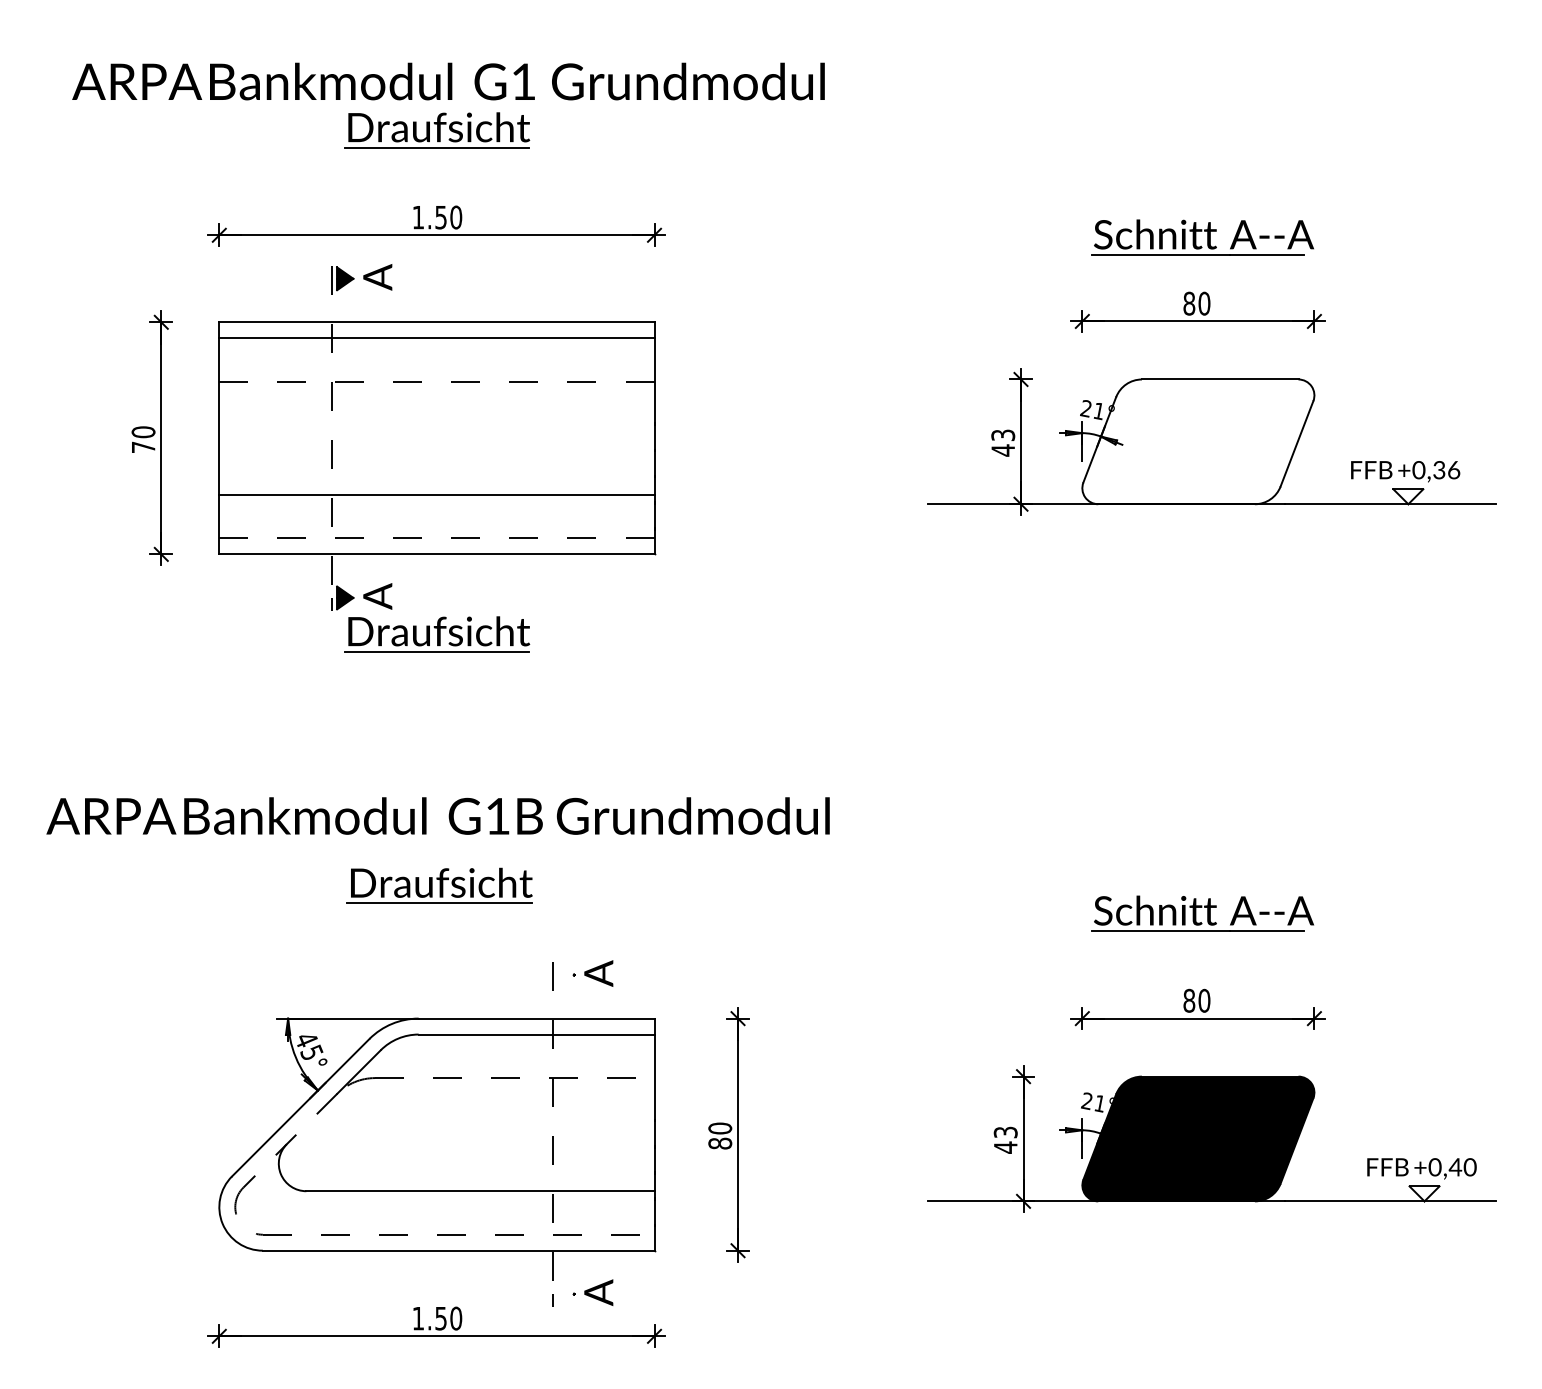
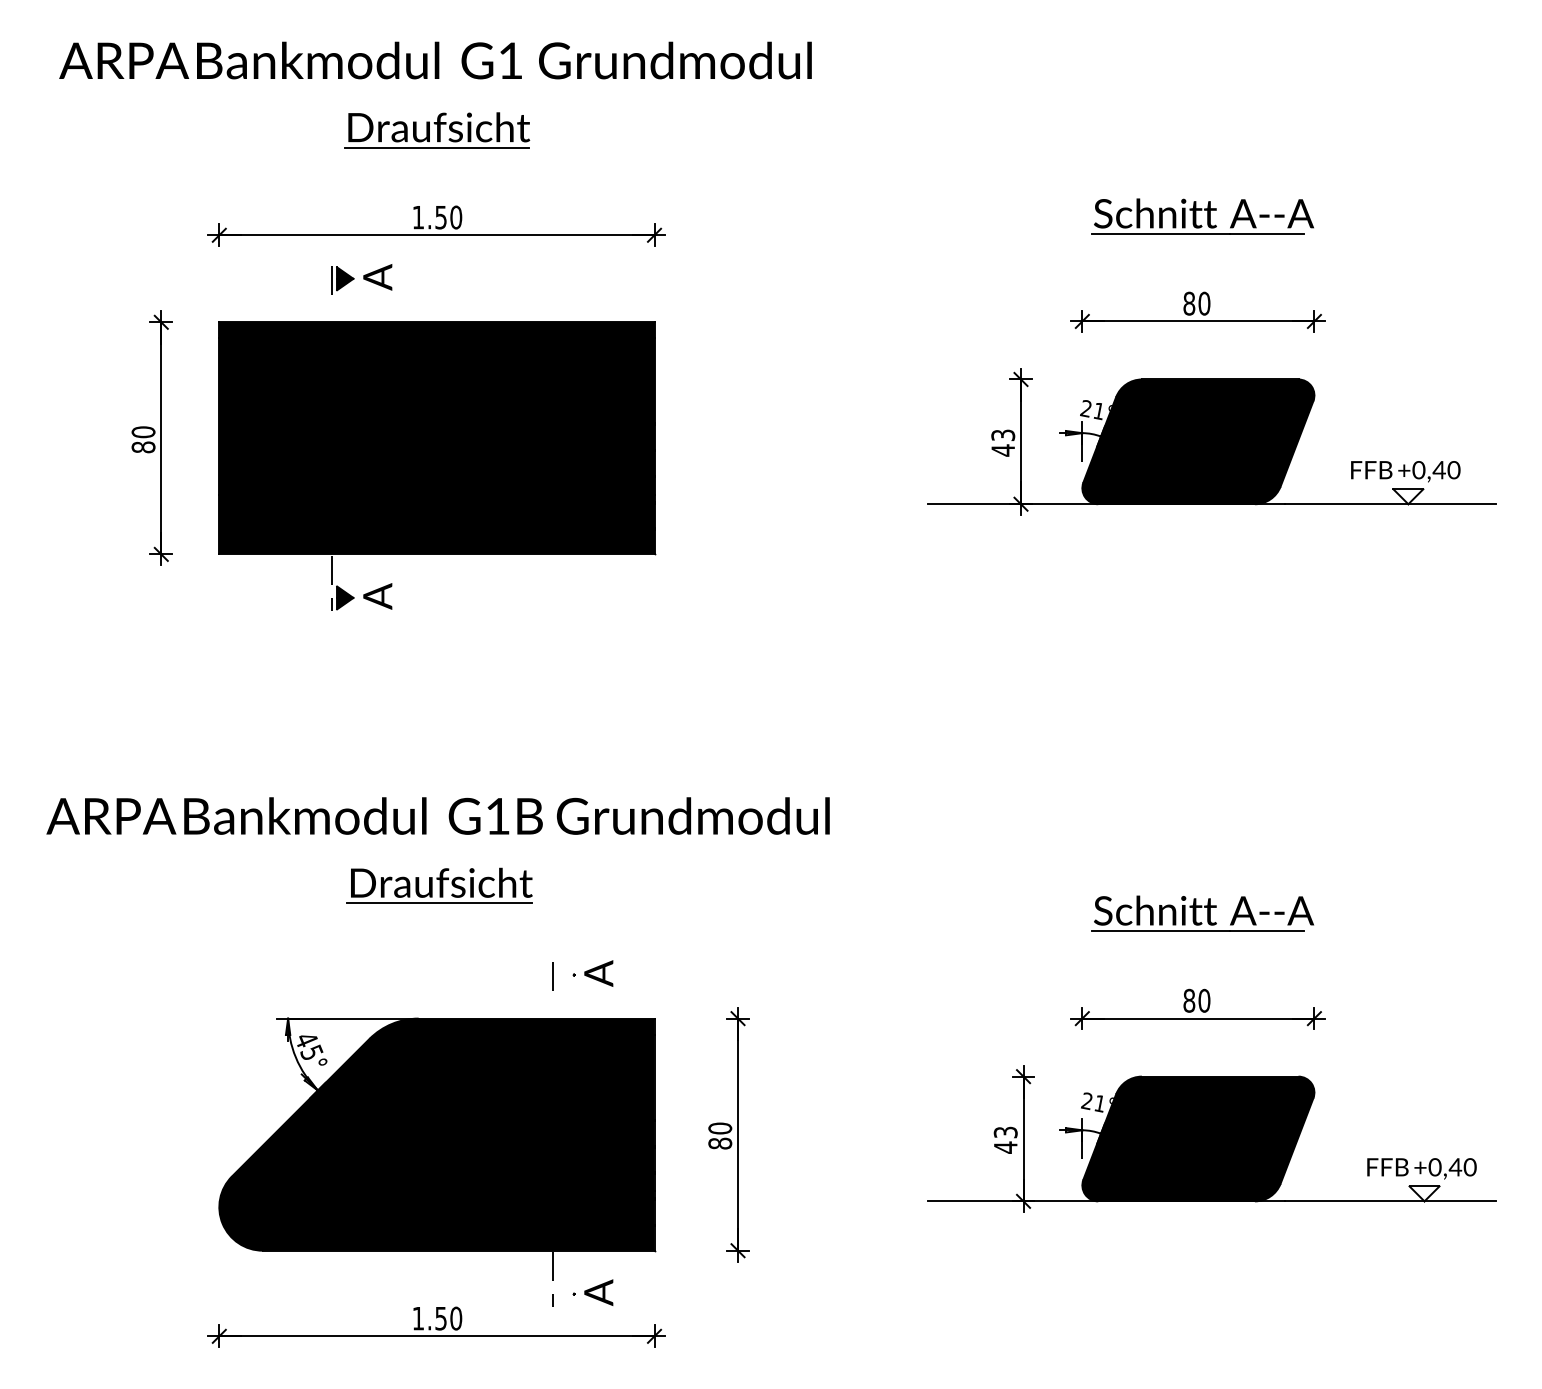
text at (448, 81) position: (448, 81) -> (435, 60)
part at (1202, 237) position: (1202, 237) -> (1202, 216)
fill at (436, 438): none -> present
fill at (1198, 441): none -> present
text at (143, 447): 70 -> 80
text at (1446, 470): +0,36 -> +0,40
part at (437, 634): present -> none
fill at (436, 1134): none -> present
